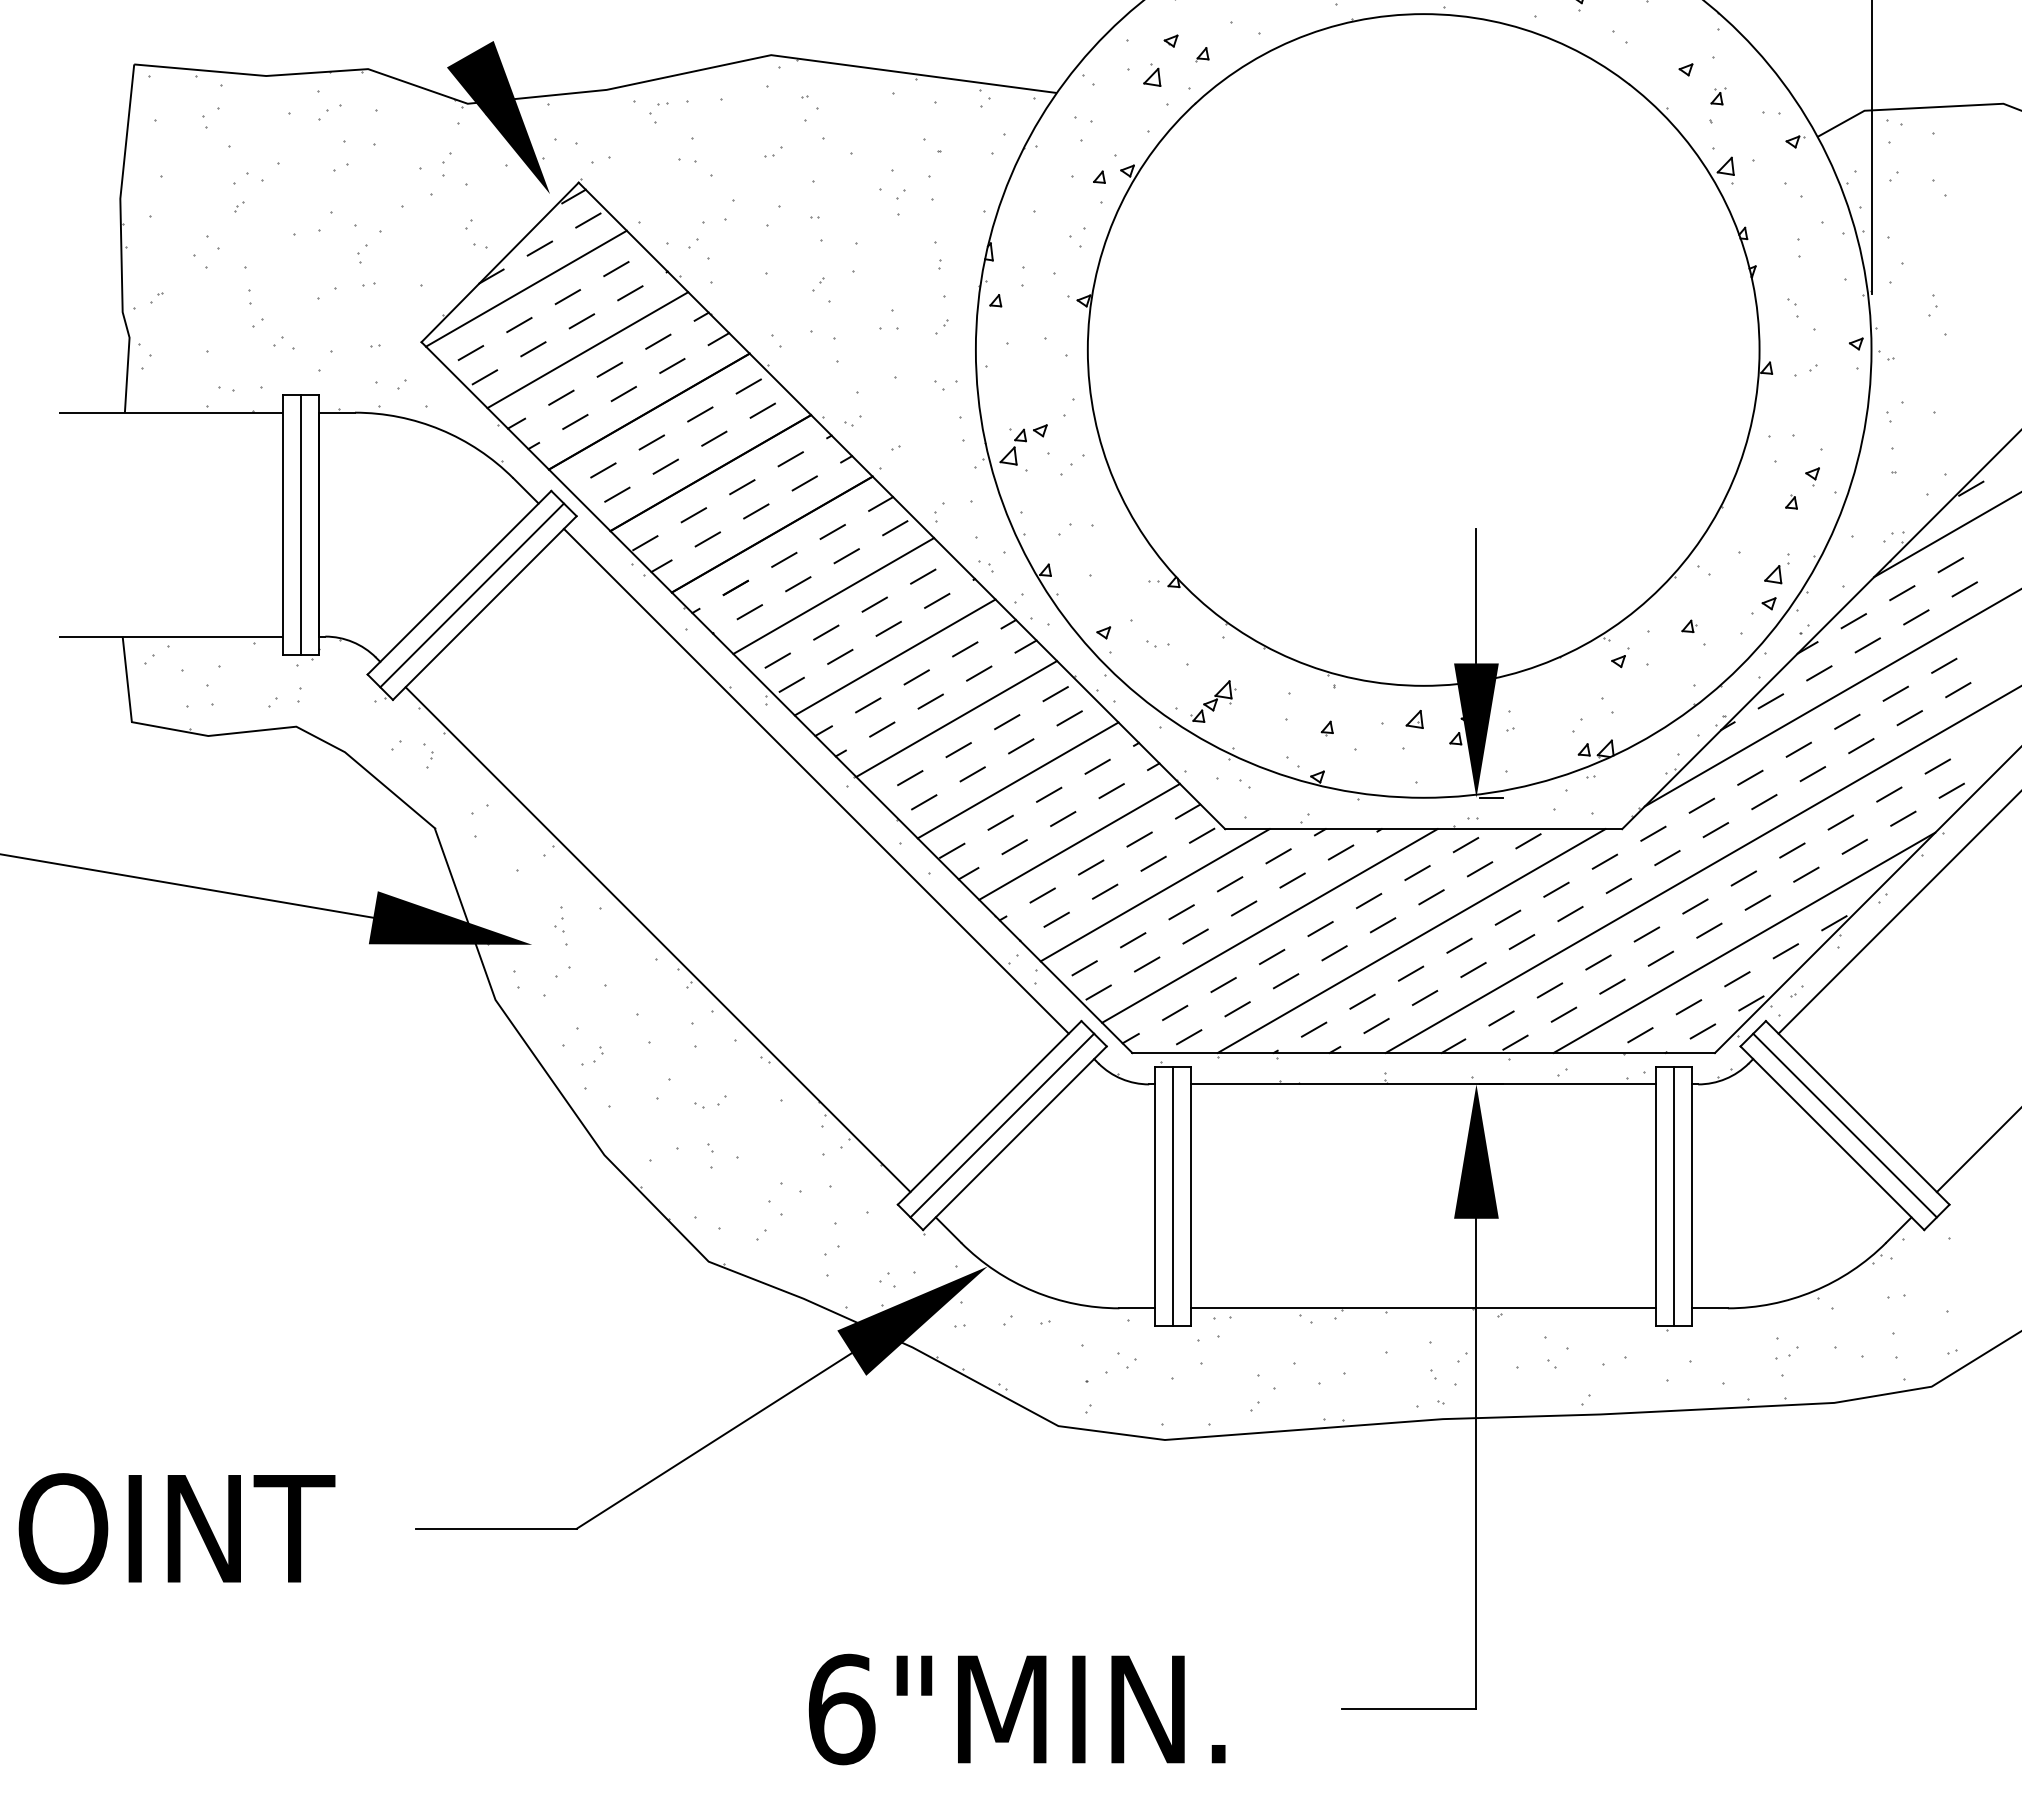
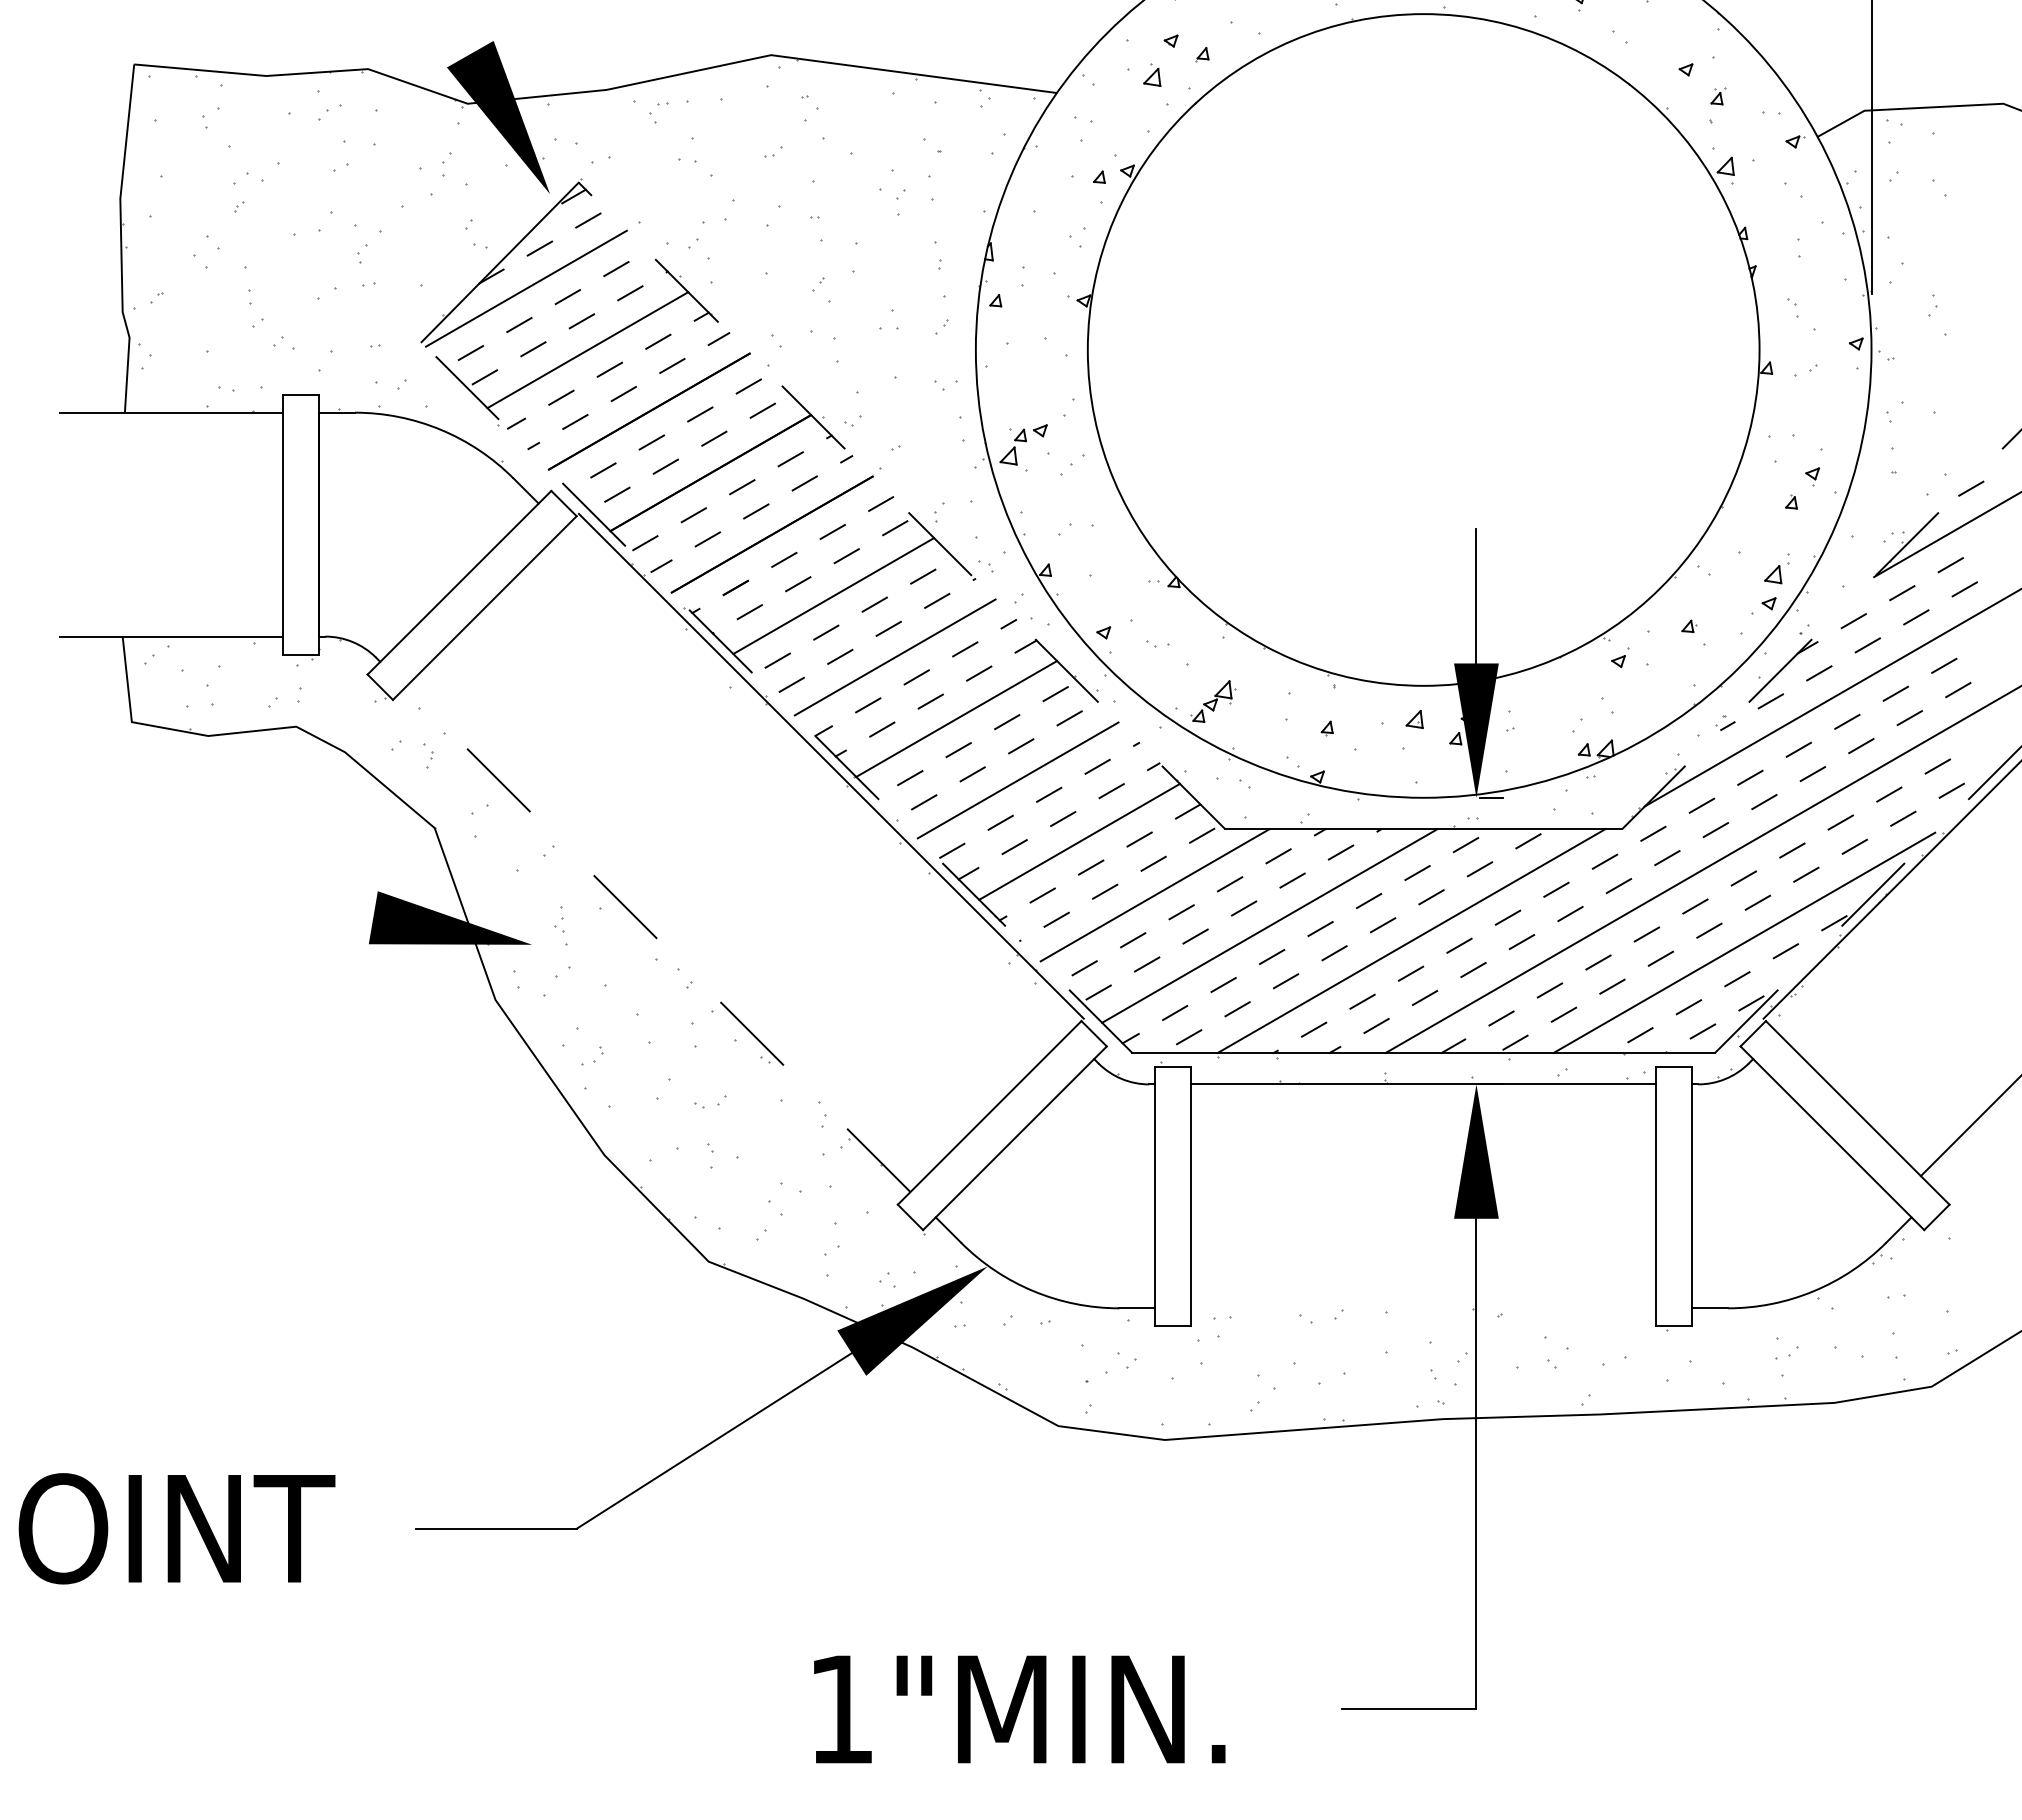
line at (901, 505): solid -> dashed
line at (301, 524): present -> none
line at (471, 595): present -> none
line at (1822, 629): solid -> dashed
line at (776, 697): solid -> dashed
line at (815, 780) position: (815, 780) -> (830, 765)
line at (187, 885): present -> none
line at (1868, 899): solid -> dashed
line at (1898, 913) position: (1898, 913) -> (1890, 890)
line at (658, 939): solid -> dashed
line at (1002, 1125): present -> none
line at (1844, 1125): present -> none
line at (1977, 1151) position: (1977, 1151) -> (1969, 1127)
line at (1173, 1196): present -> none
line at (1674, 1196): present -> none
line at (1423, 1308): present -> none
text at (841, 1709): 6"MIN. -> 1"MIN.
